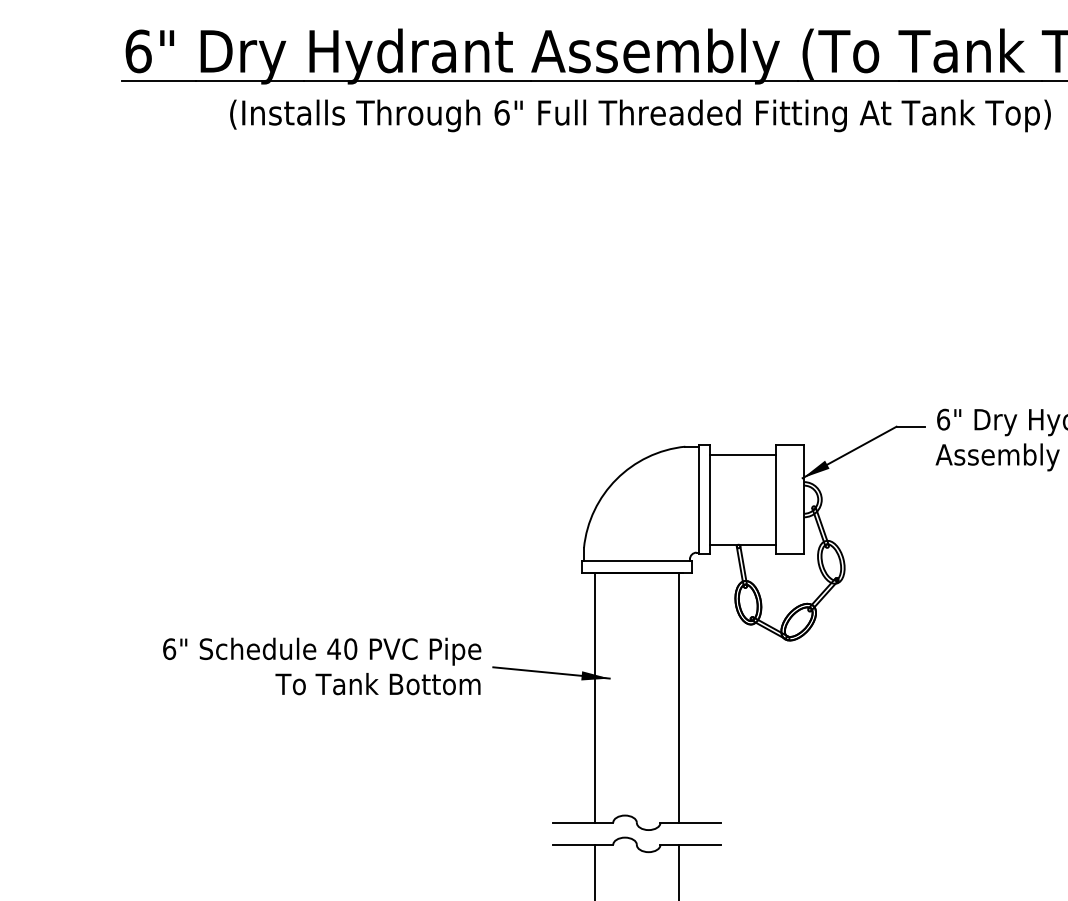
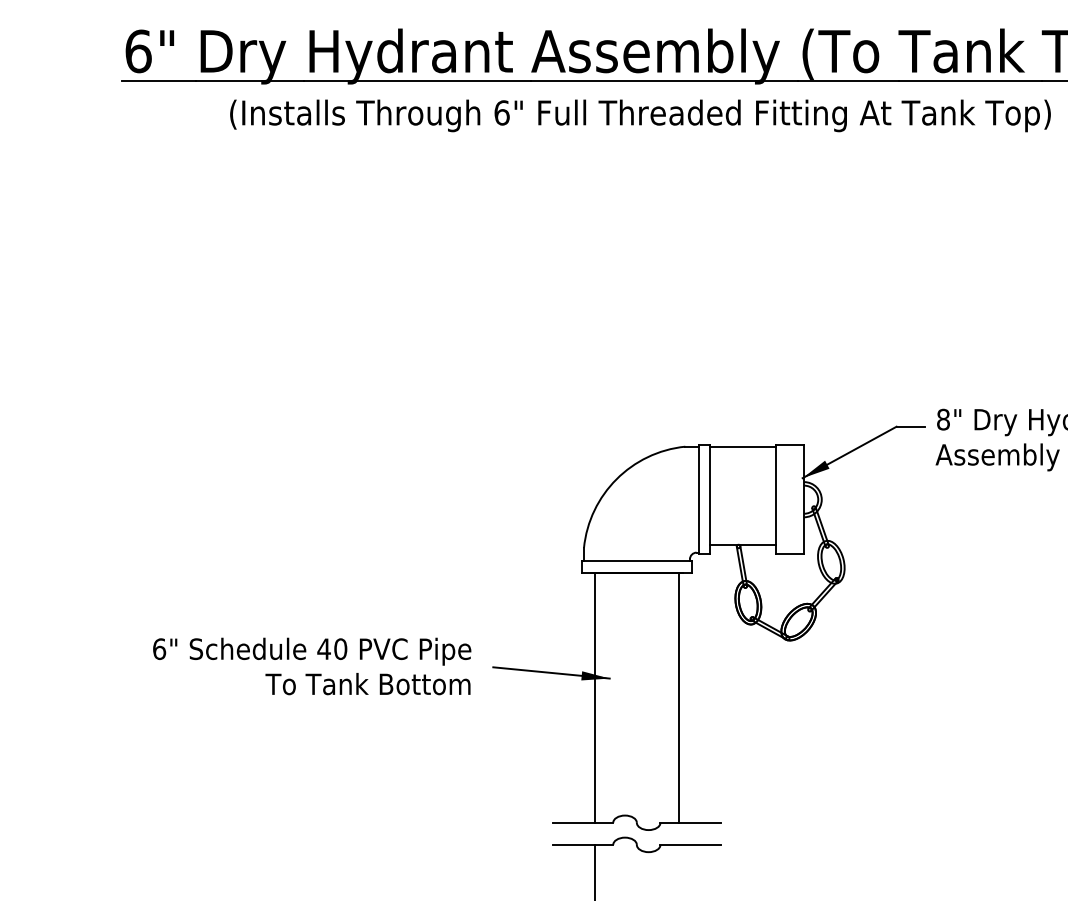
text at (943, 419): 6" -> 8"
line at (743, 454) position: (743, 454) -> (743, 446)
text at (322, 666) position: (322, 666) -> (312, 666)
line at (679, 870): present -> none
